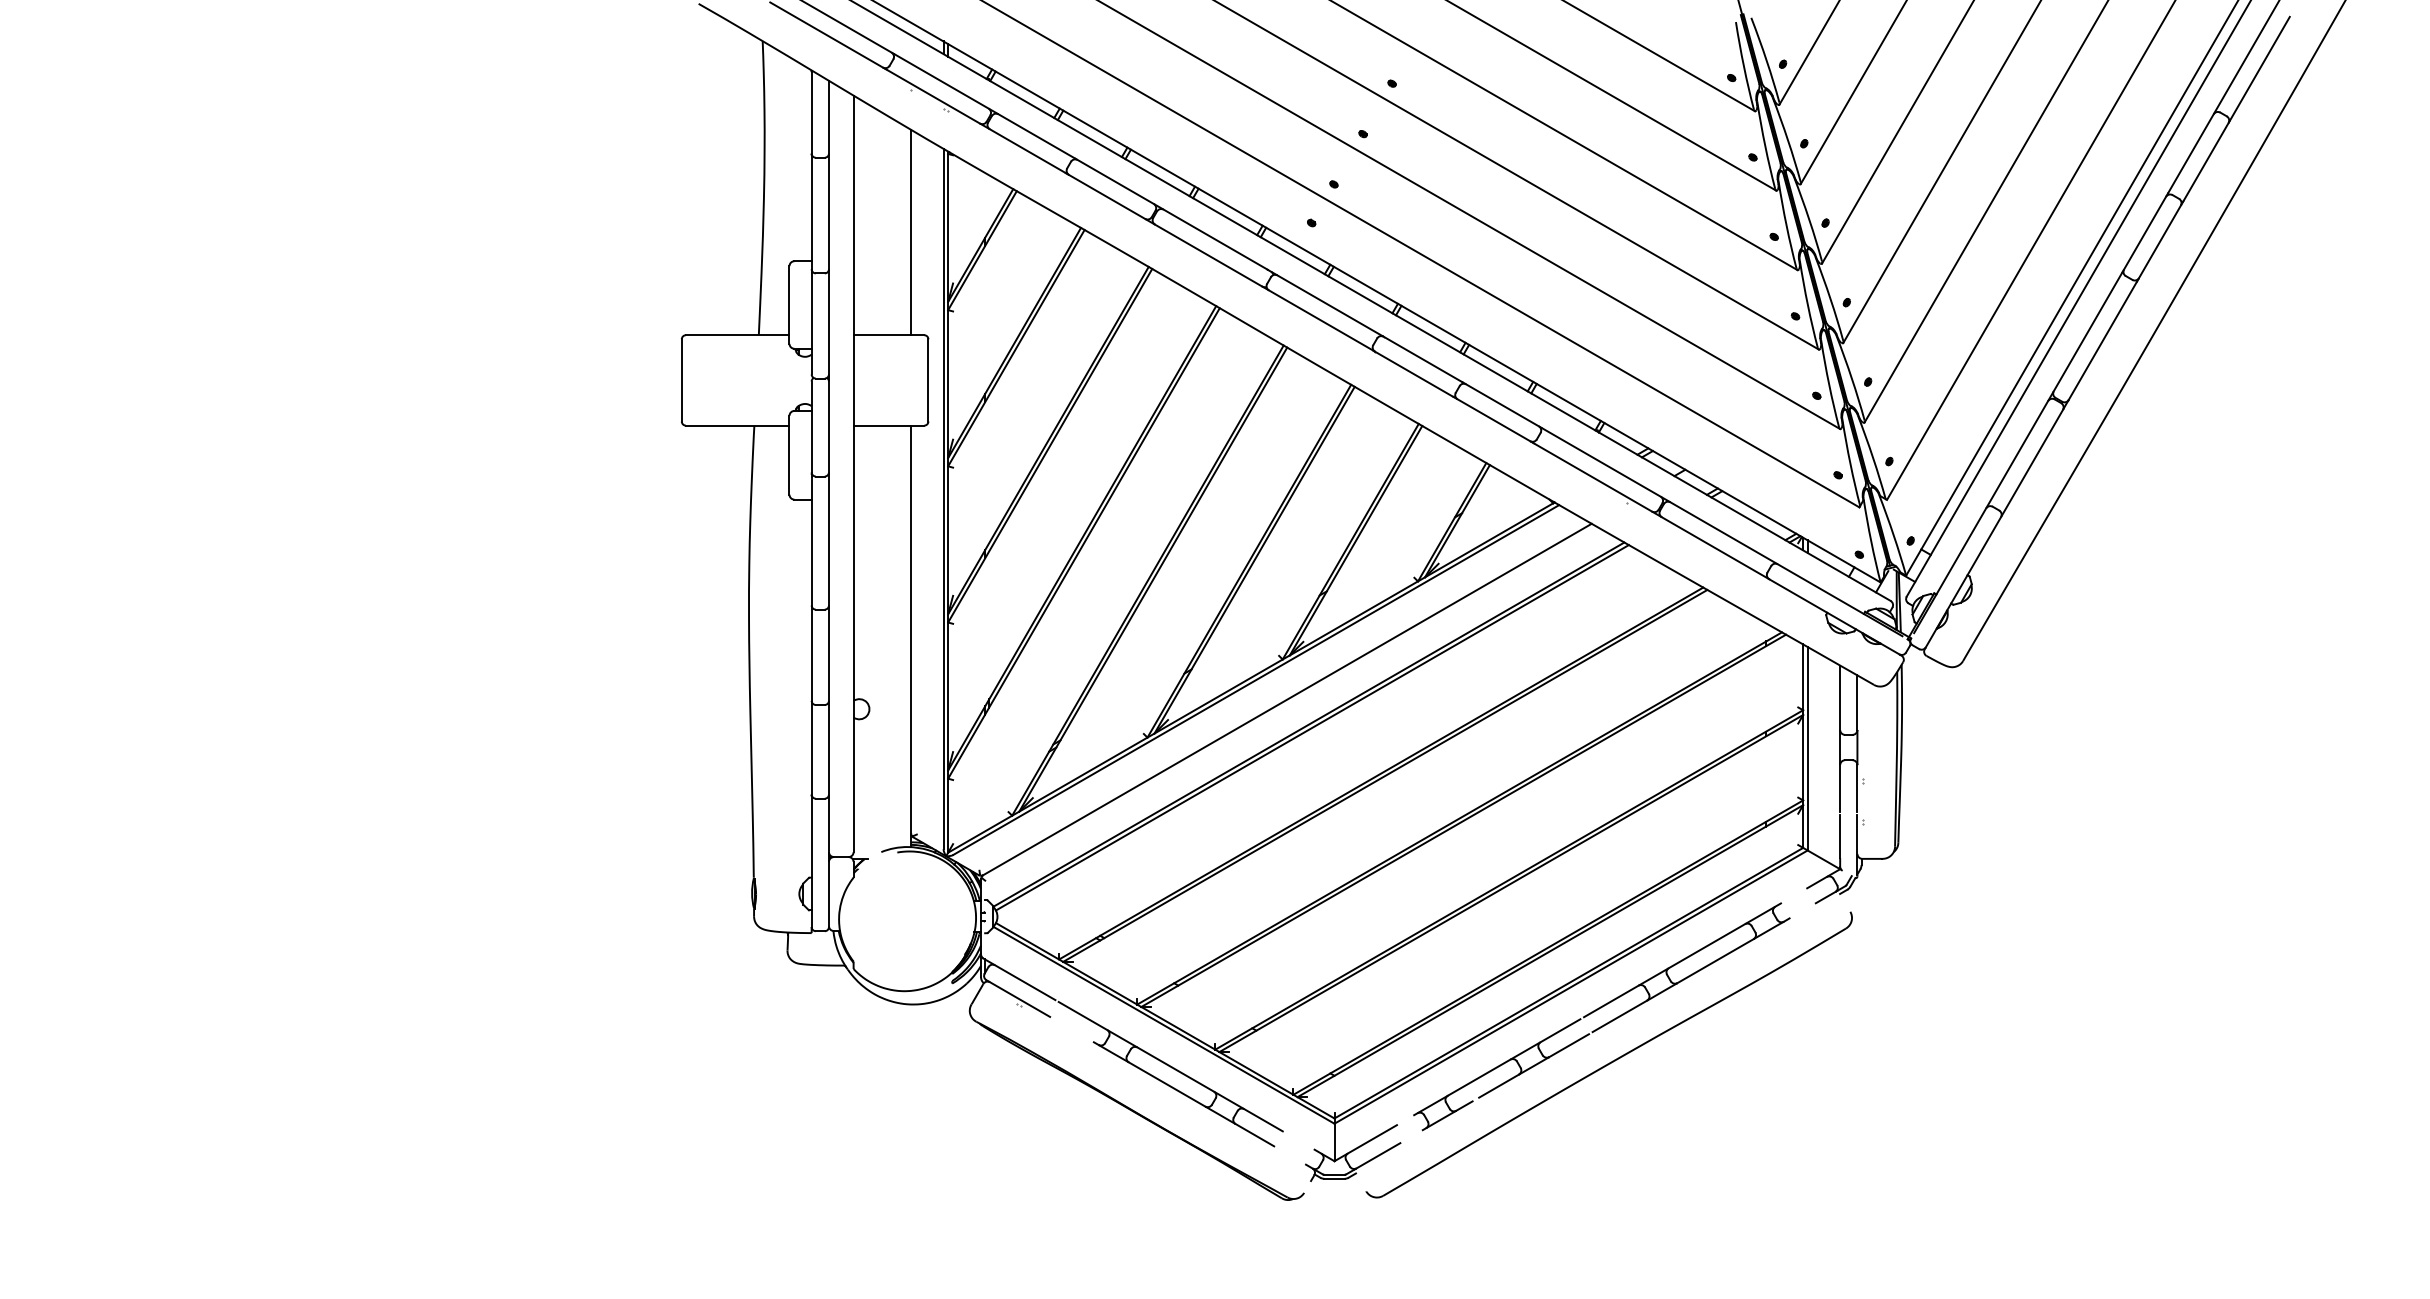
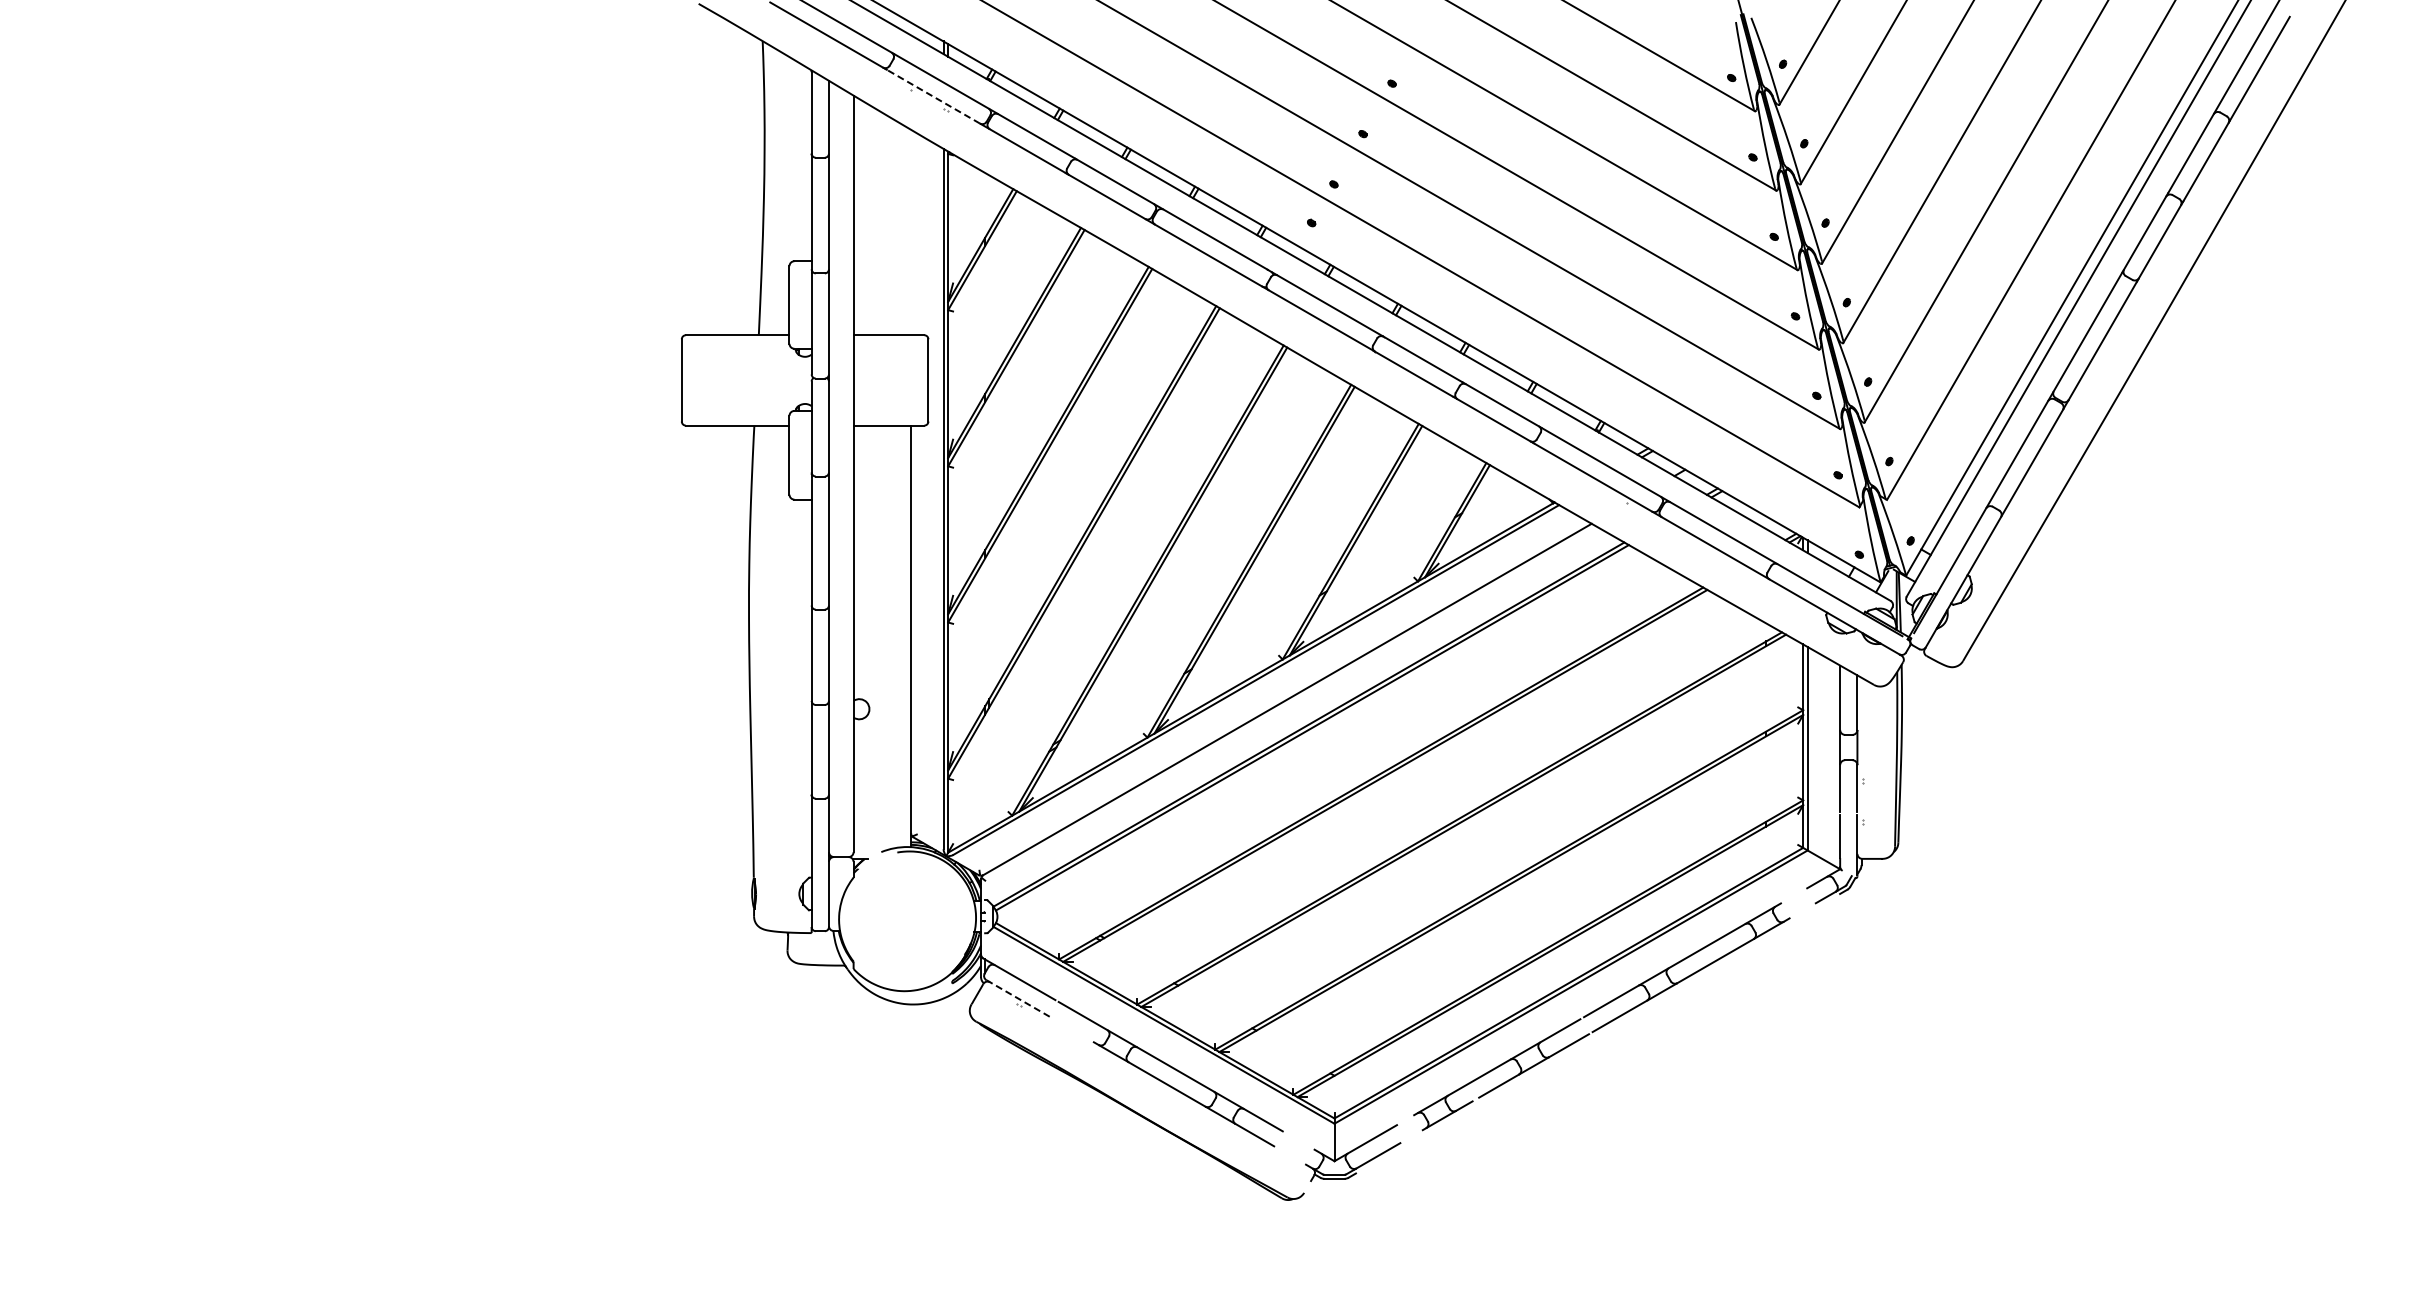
line at (933, 96): solid -> dashed
line at (911, 232): present -> none
line at (1018, 998): solid -> dashed
part at (1612, 1060): present -> none
